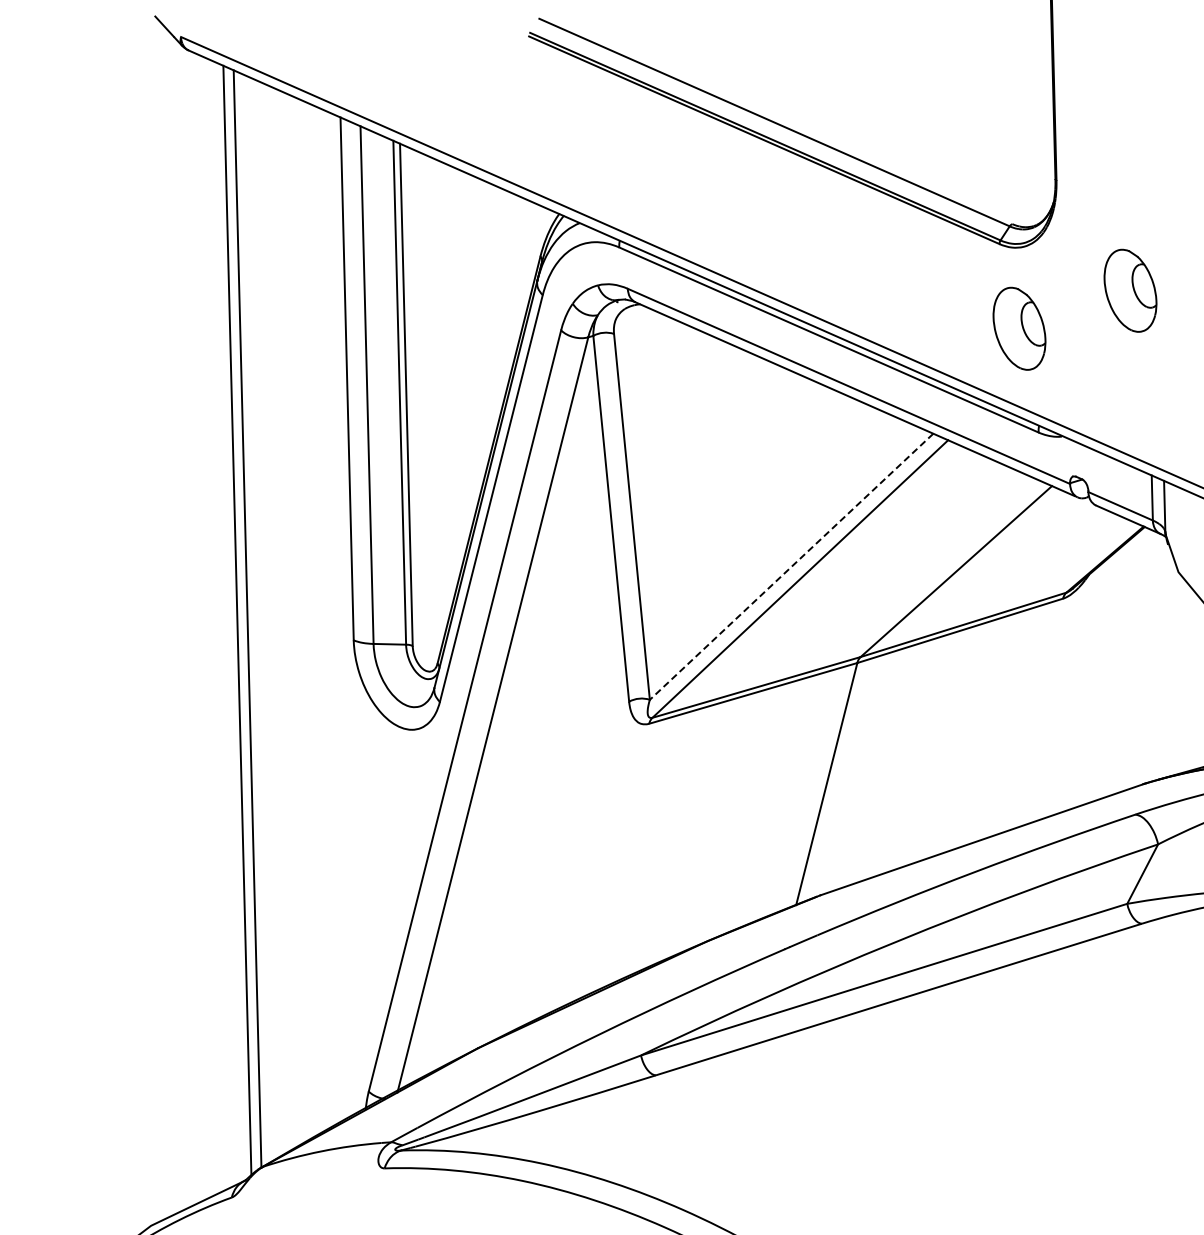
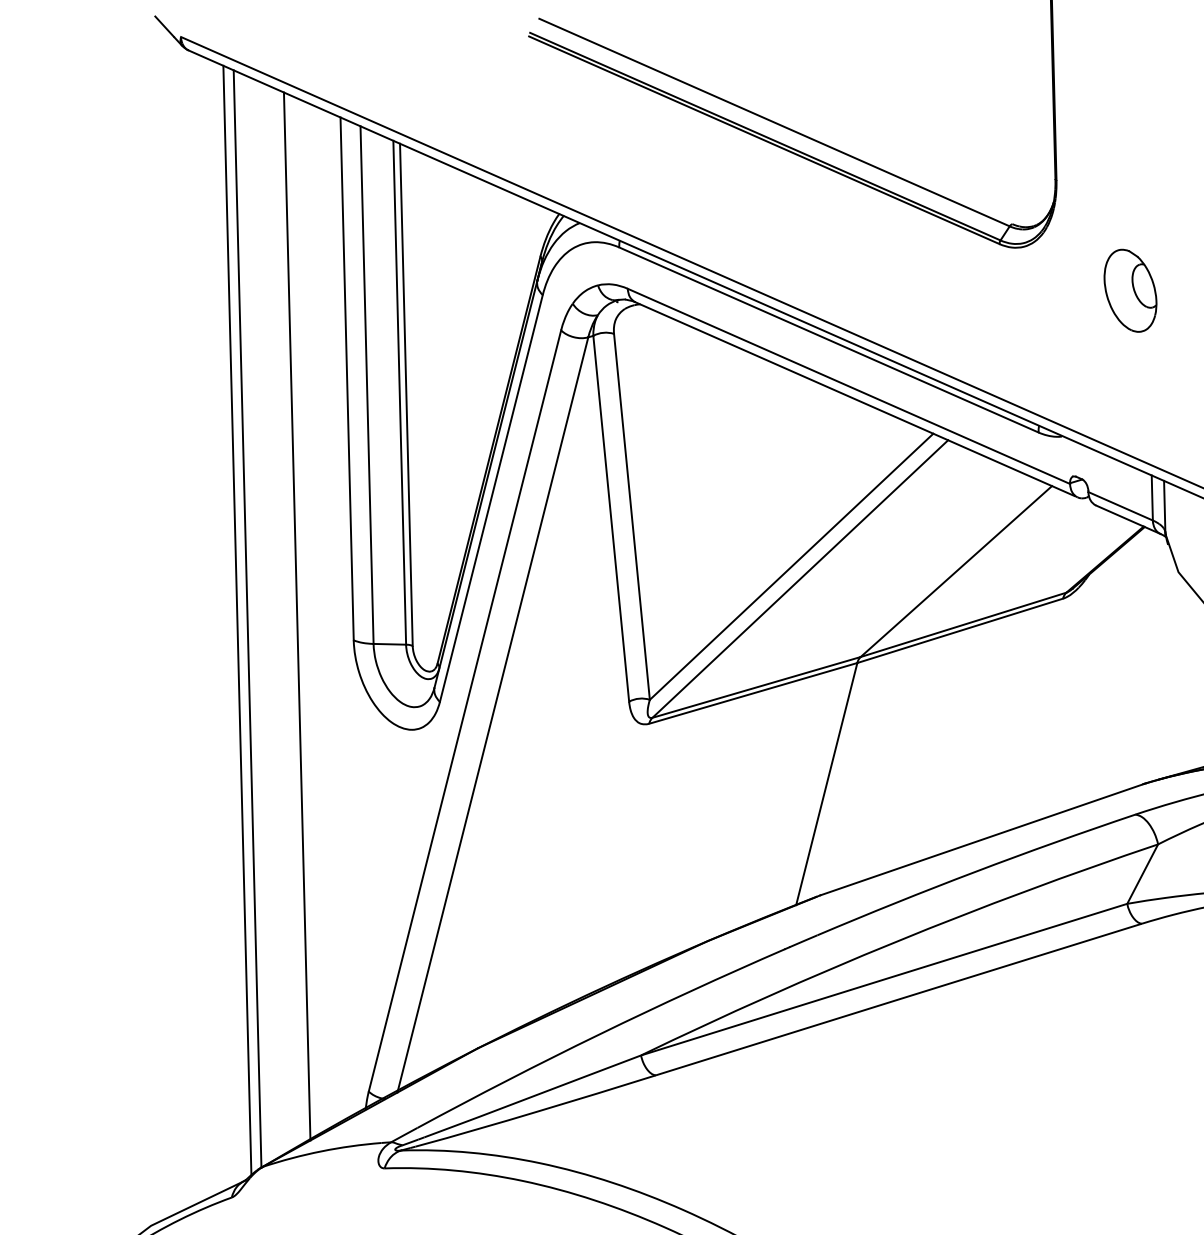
part at (1019, 328): present -> none
line at (791, 567): dashed -> solid
line at (296, 616): none -> present
